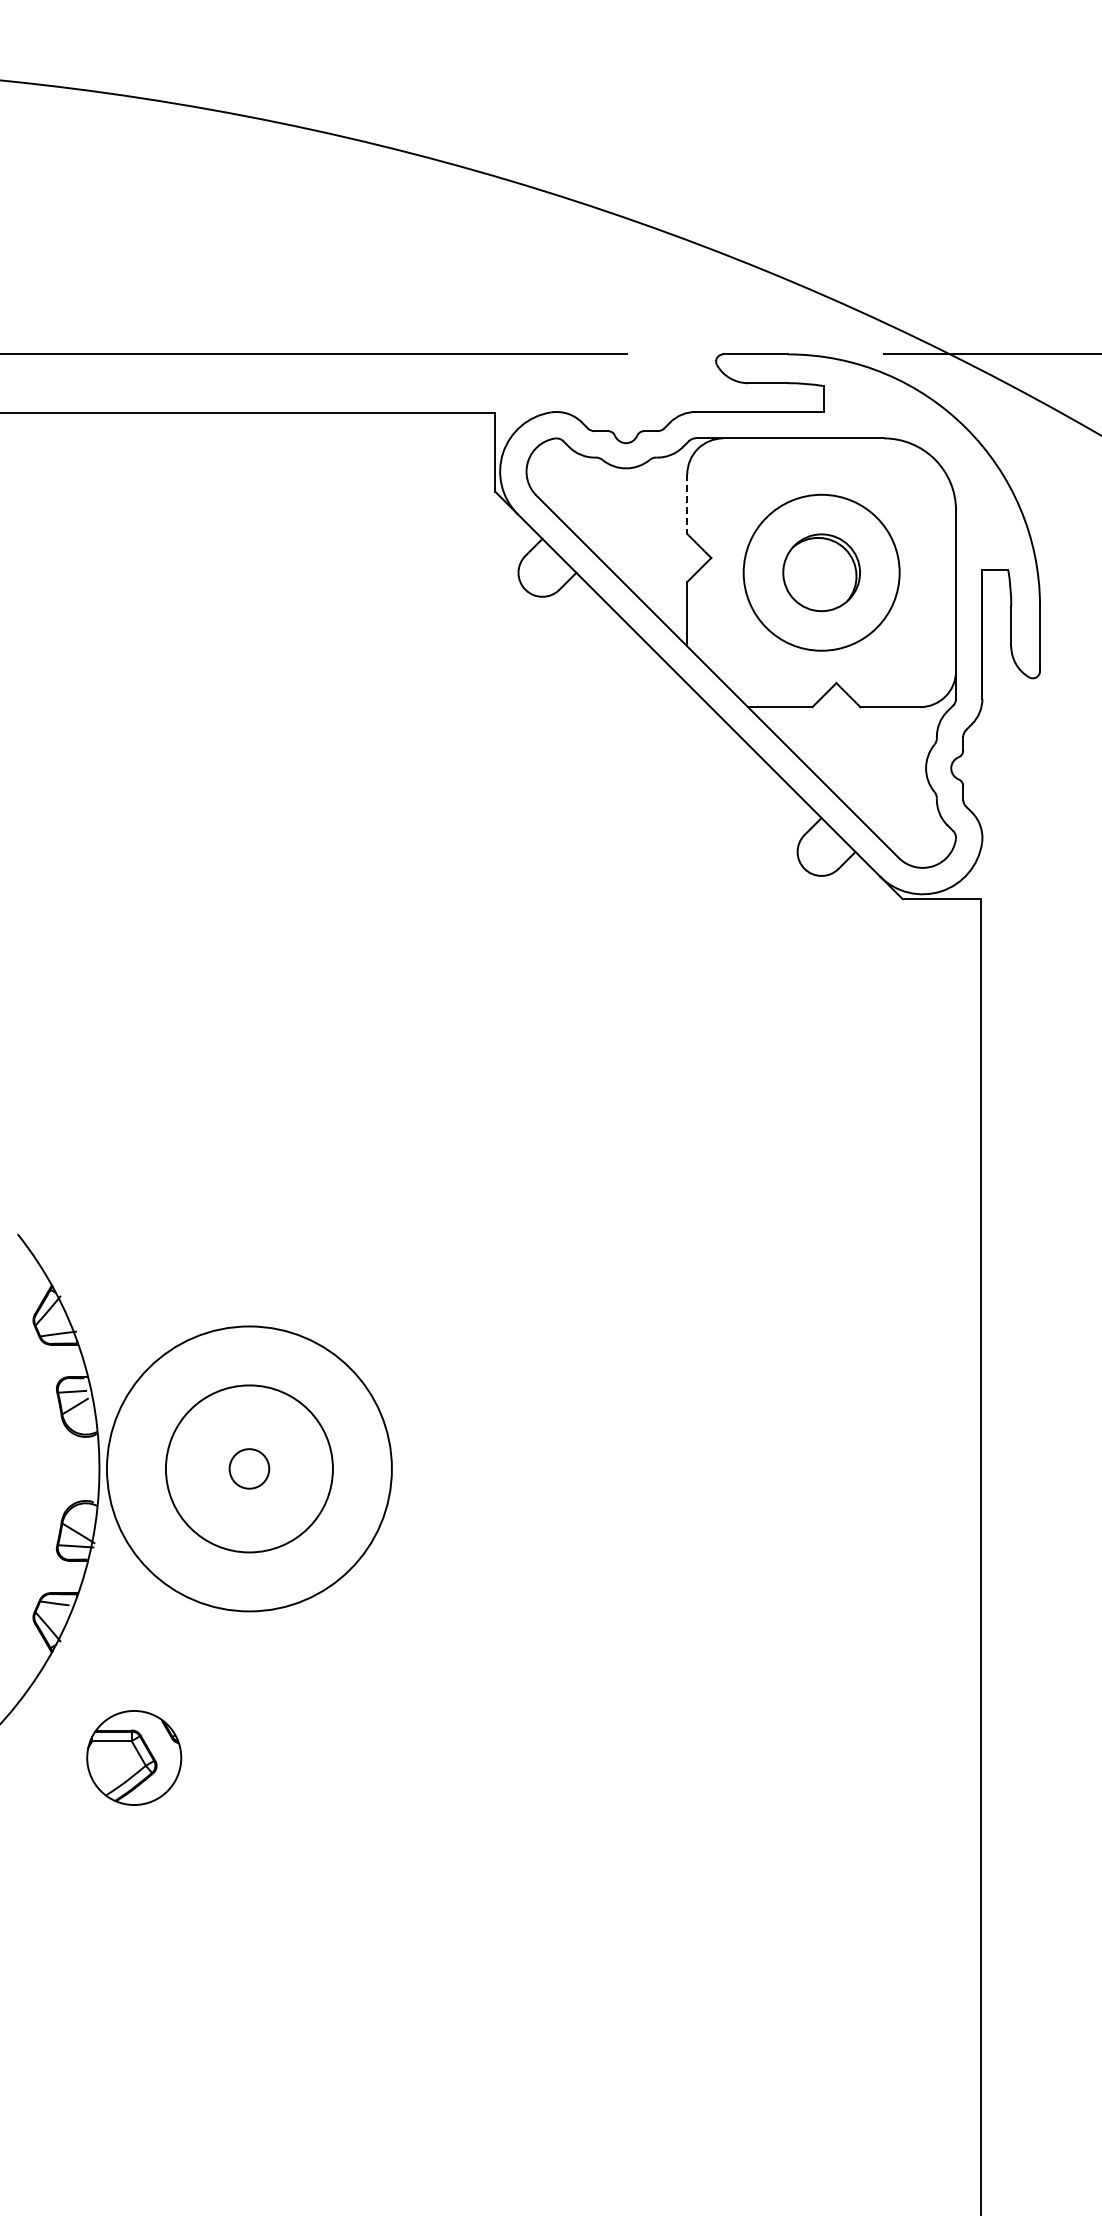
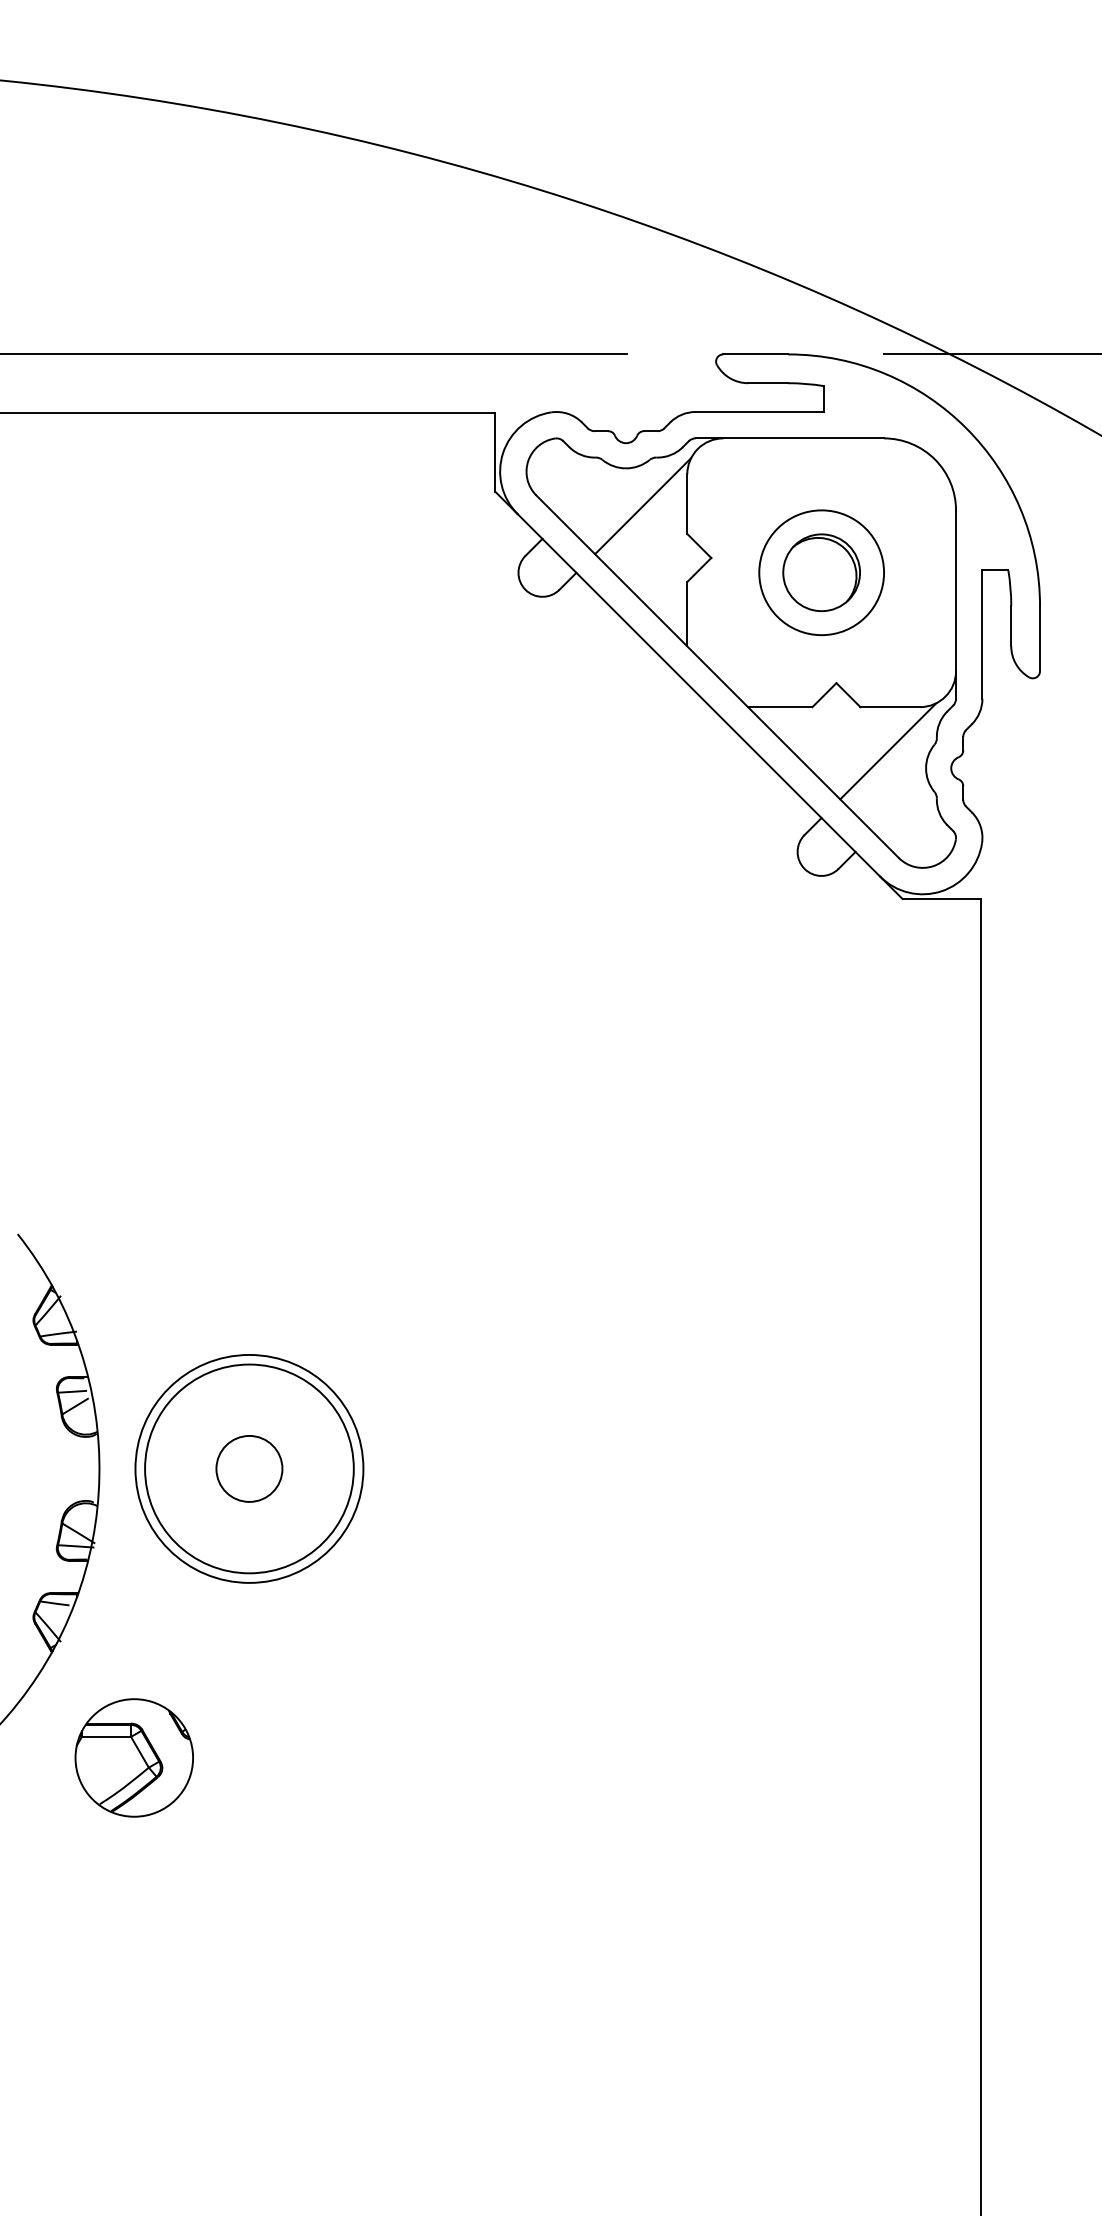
line at (687, 504): dashed -> solid
line at (643, 506): none -> present
circle at (821, 572) diameter: 156 px -> 125 px
line at (888, 751): none -> present
circle at (248, 1468) diameter: 167 px -> 209 px
circle at (248, 1468) diameter: 285 px -> 228 px
circle at (249, 1468) diameter: 40 px -> 66 px
part at (134, 1757) size: 97x96 px -> 120x120 px
